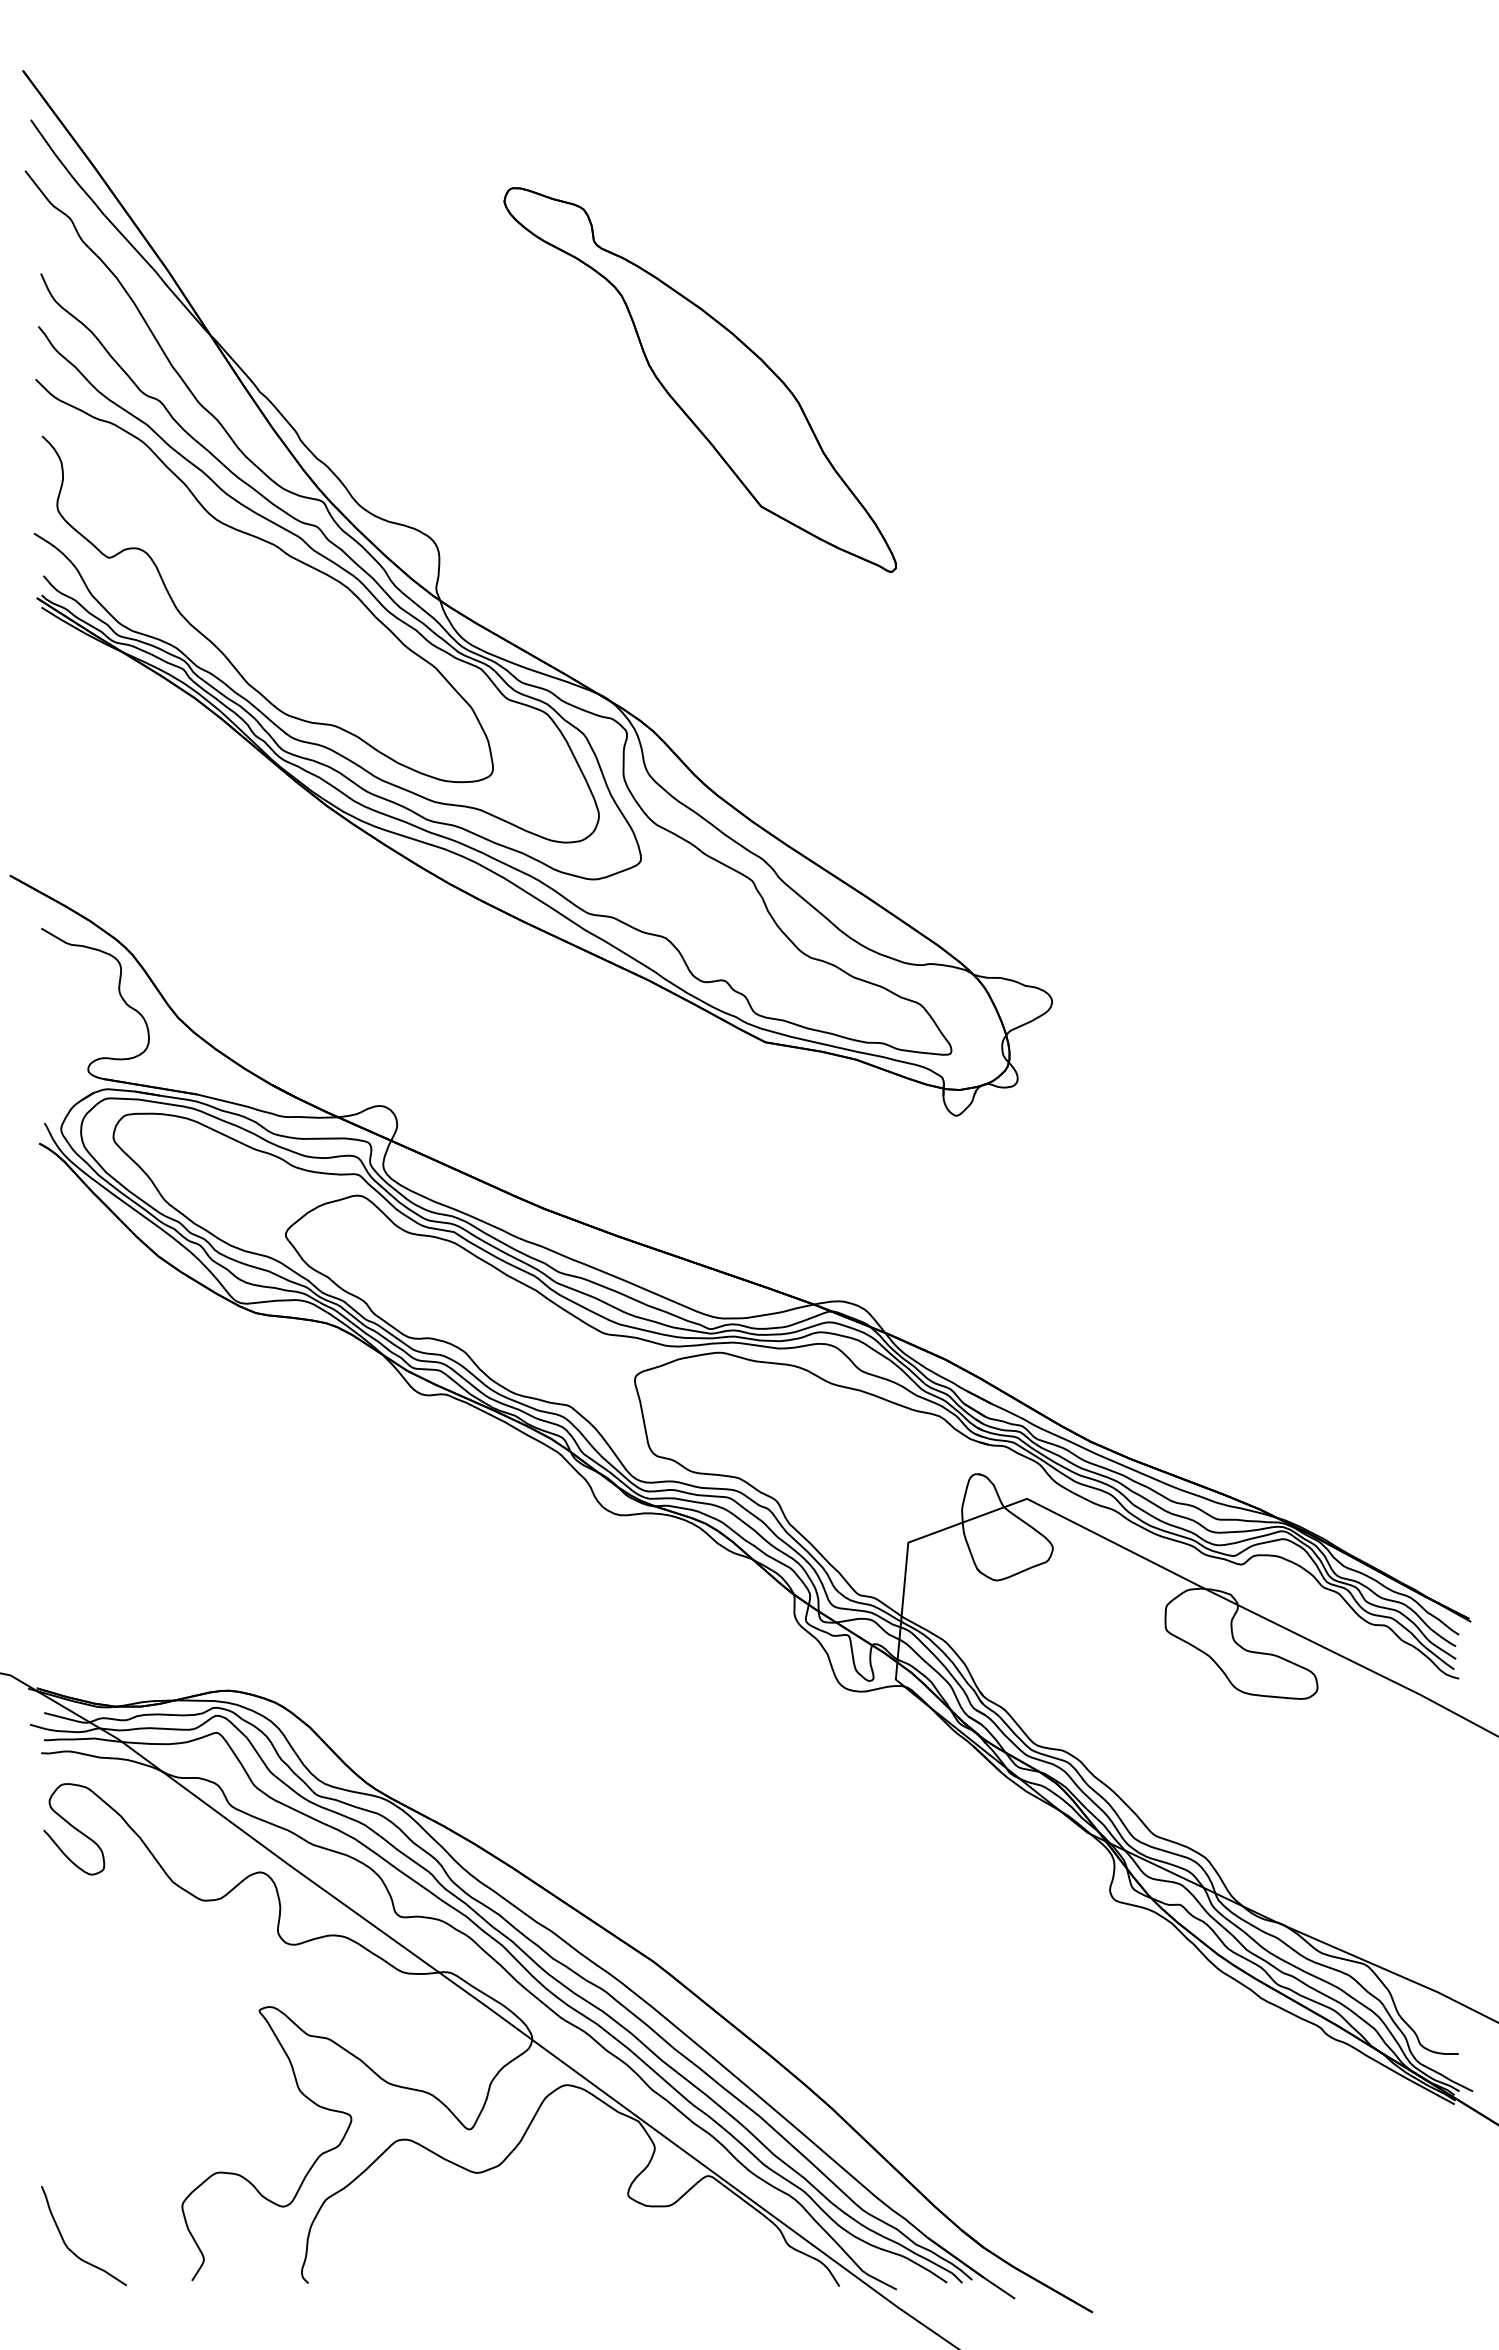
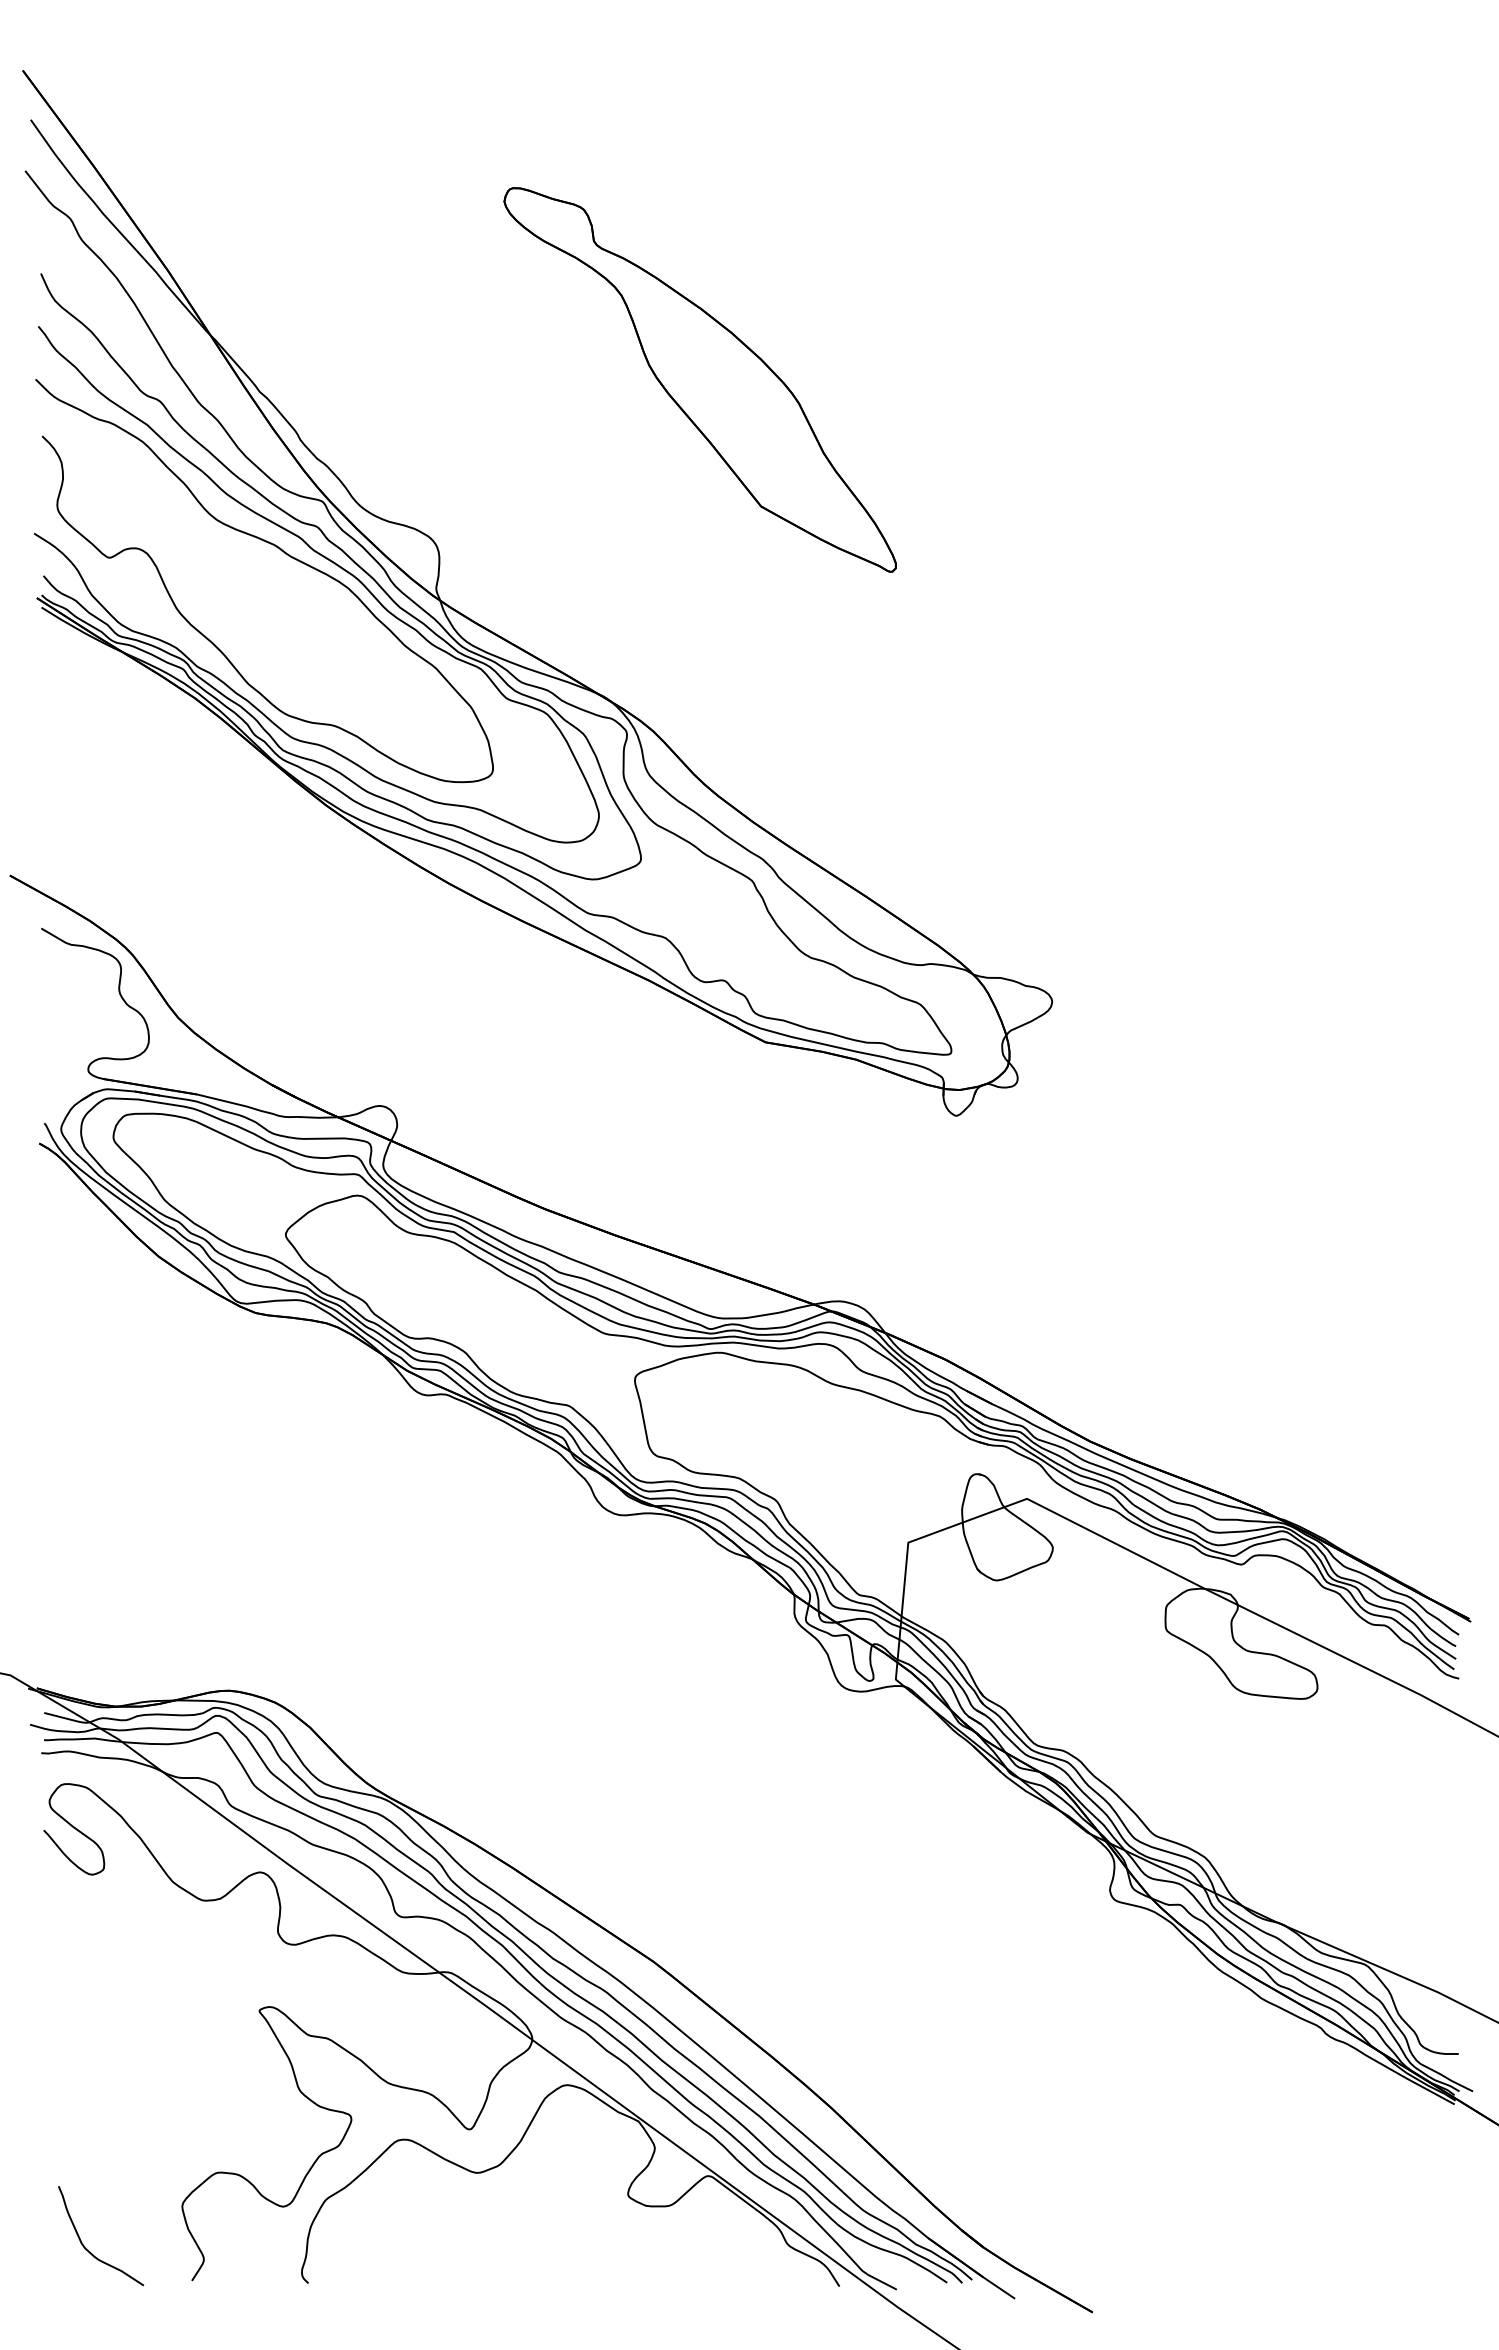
curve at (72, 2250) position: (72, 2250) -> (89, 2250)
